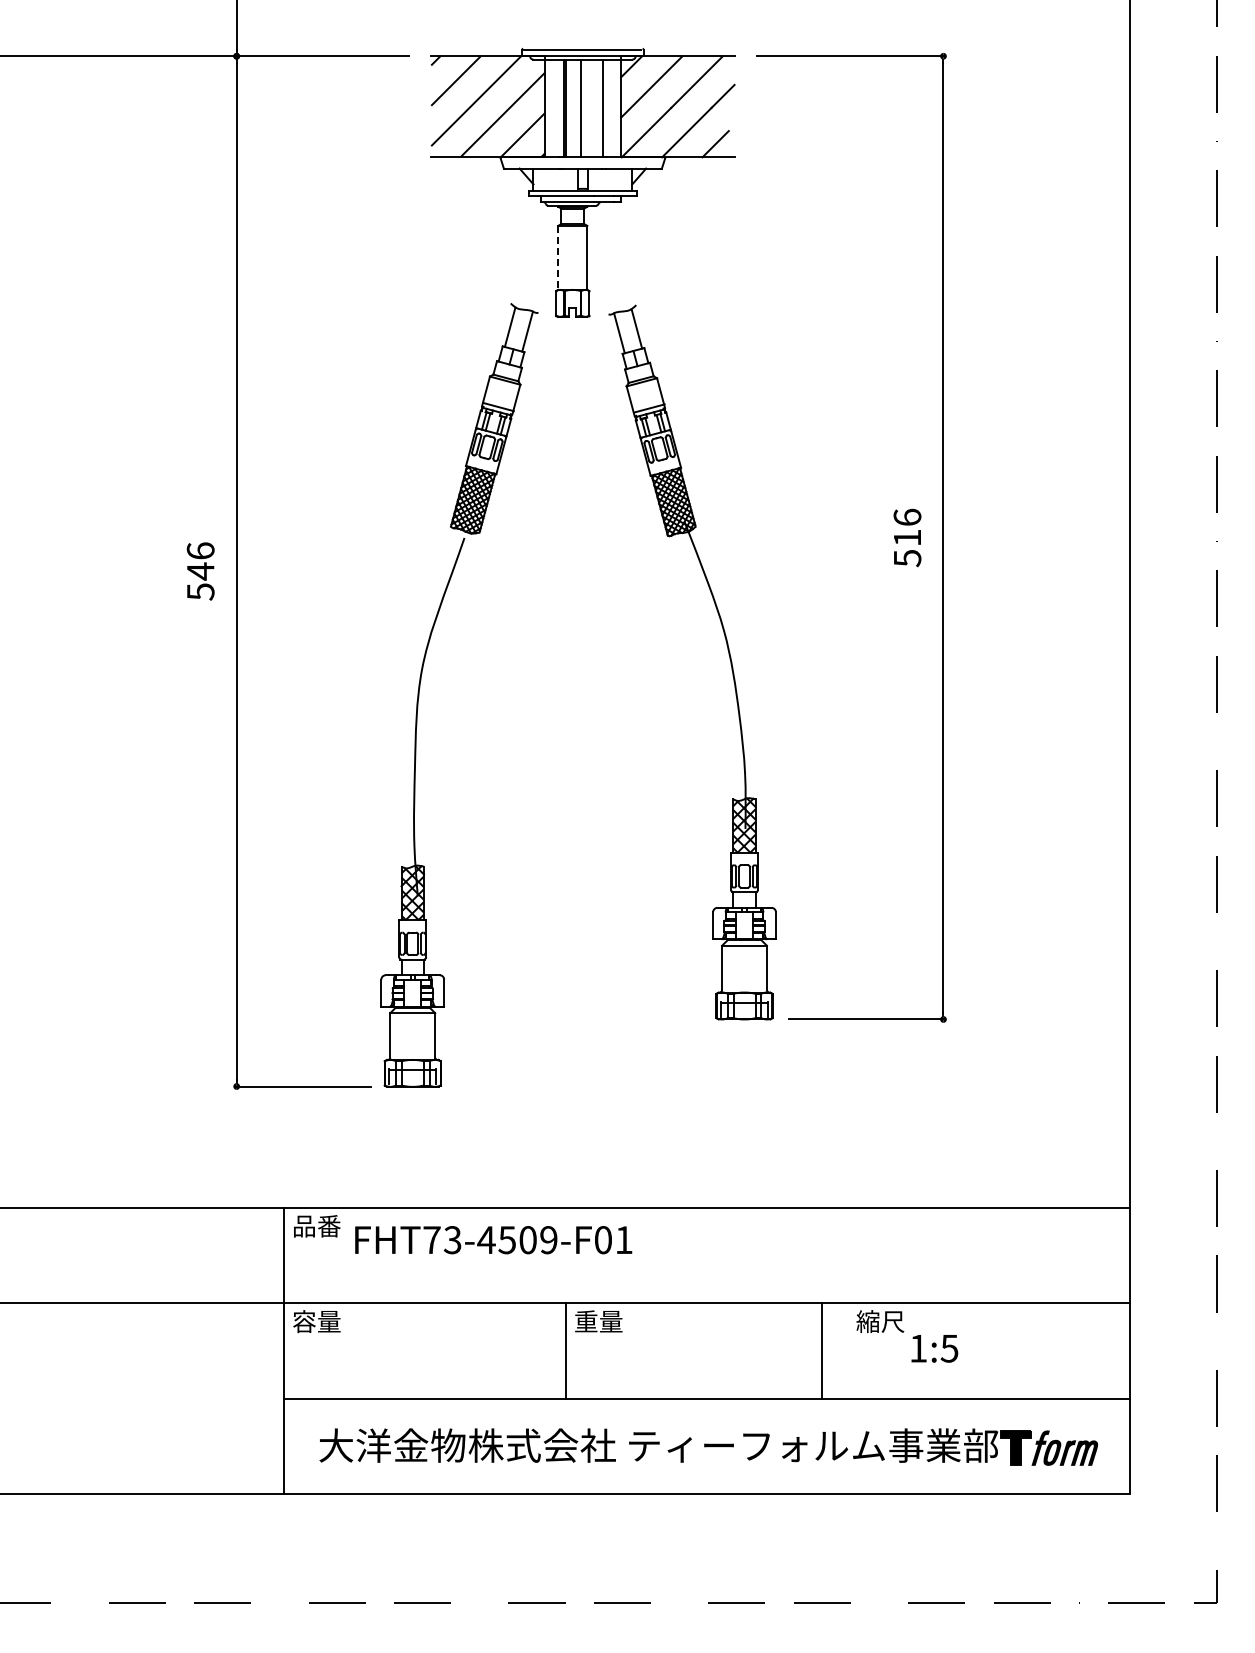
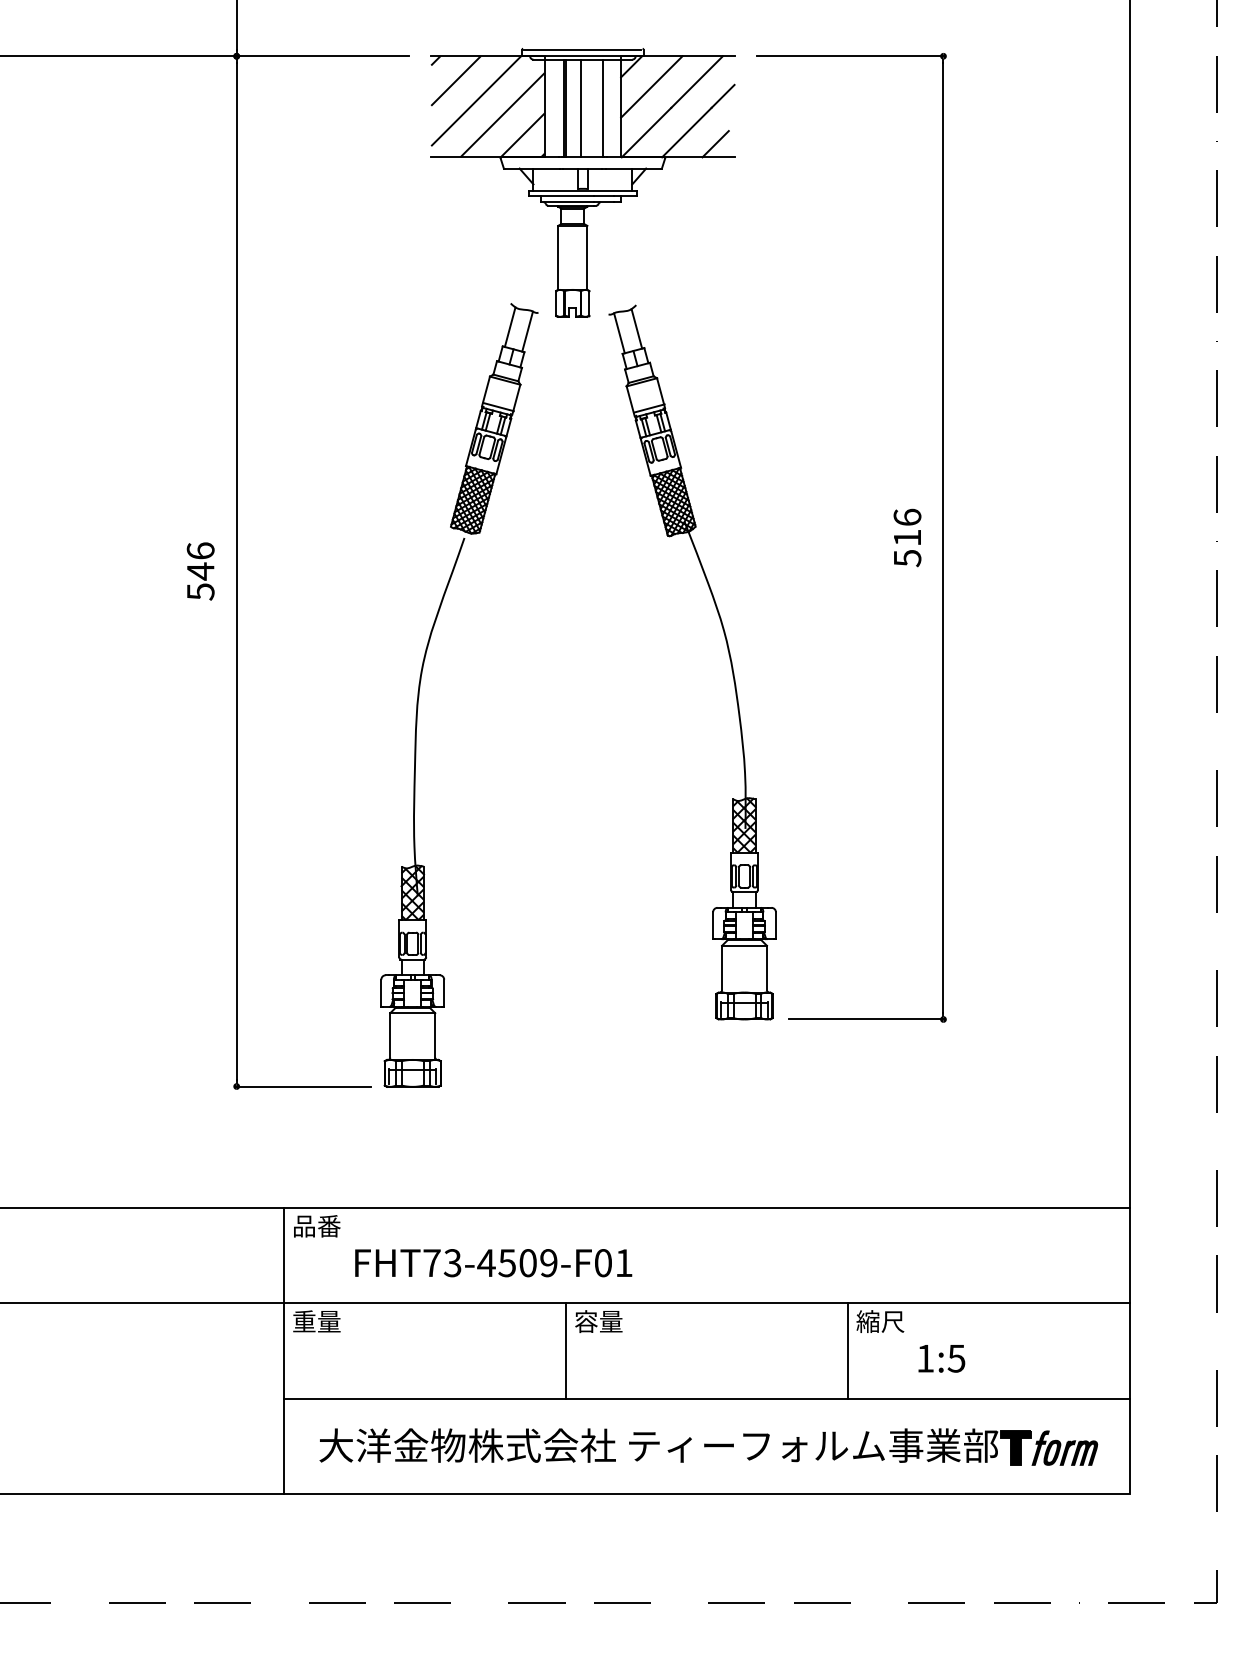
line at (558, 258): dashed -> solid
text at (493, 1240) position: (493, 1240) -> (493, 1263)
text at (304, 1321): 容量 -> 重量
text at (586, 1321): 重量 -> 容量
text at (934, 1348) position: (934, 1348) -> (941, 1358)
line at (821, 1350) position: (821, 1350) -> (847, 1350)
